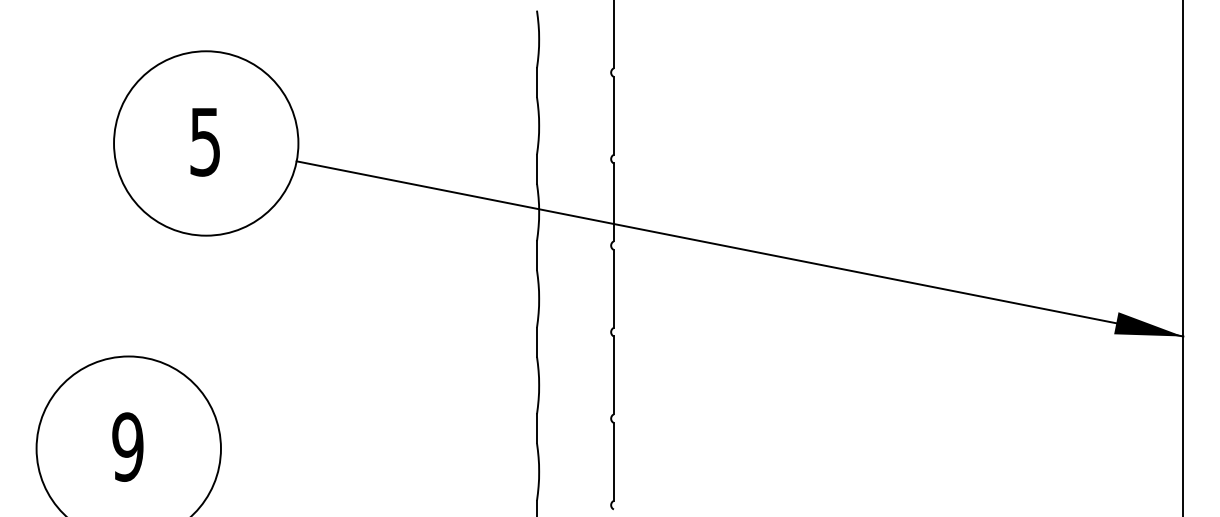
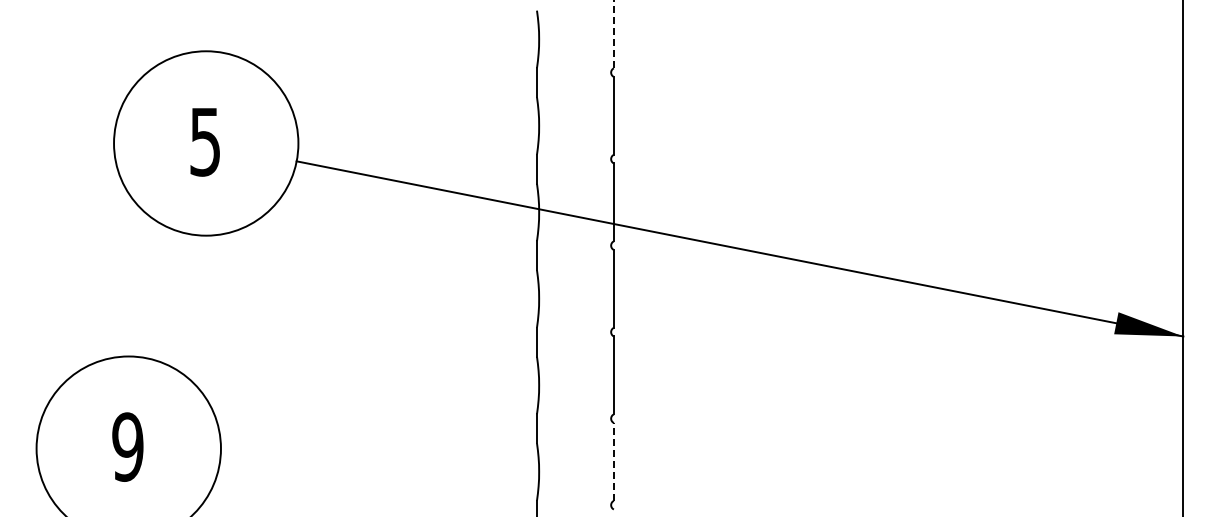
line at (613, 34): solid -> dashed
line at (613, 461): solid -> dashed
